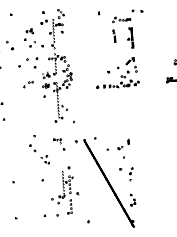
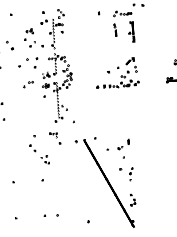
part at (127, 28) position: (127, 28) -> (128, 22)
part at (59, 144) position: (59, 144) -> (55, 138)
part at (65, 190): present -> none
